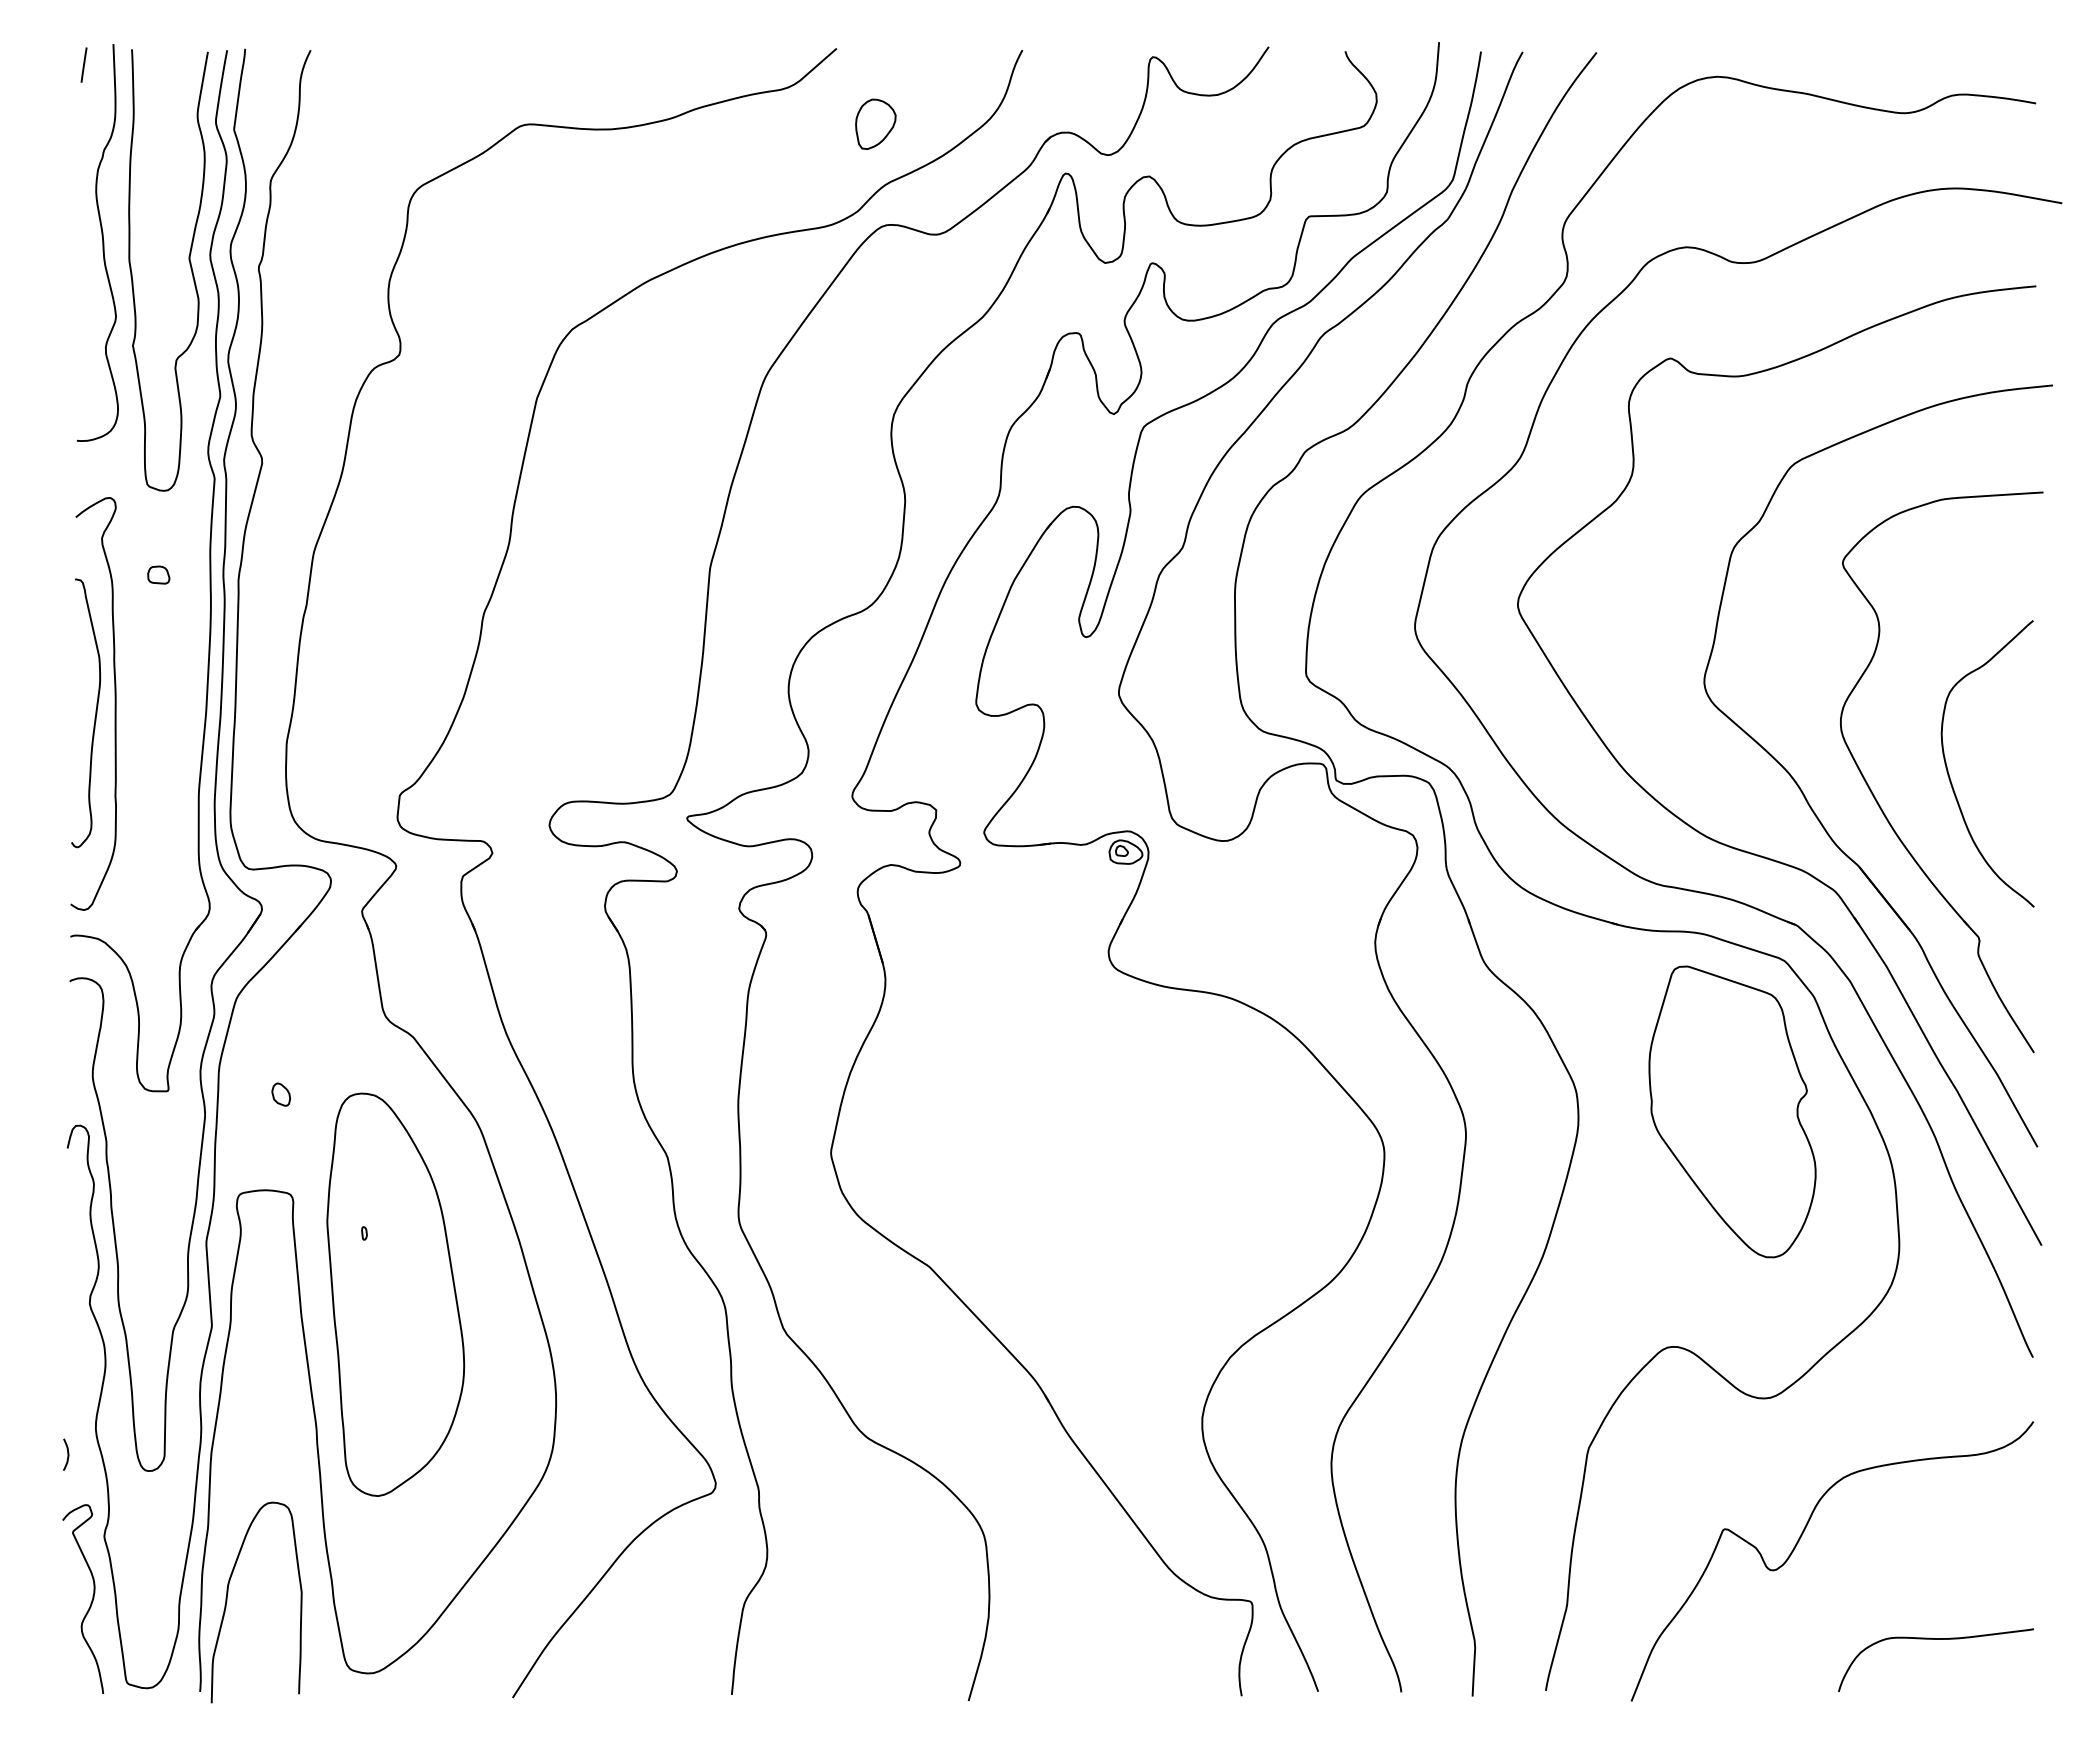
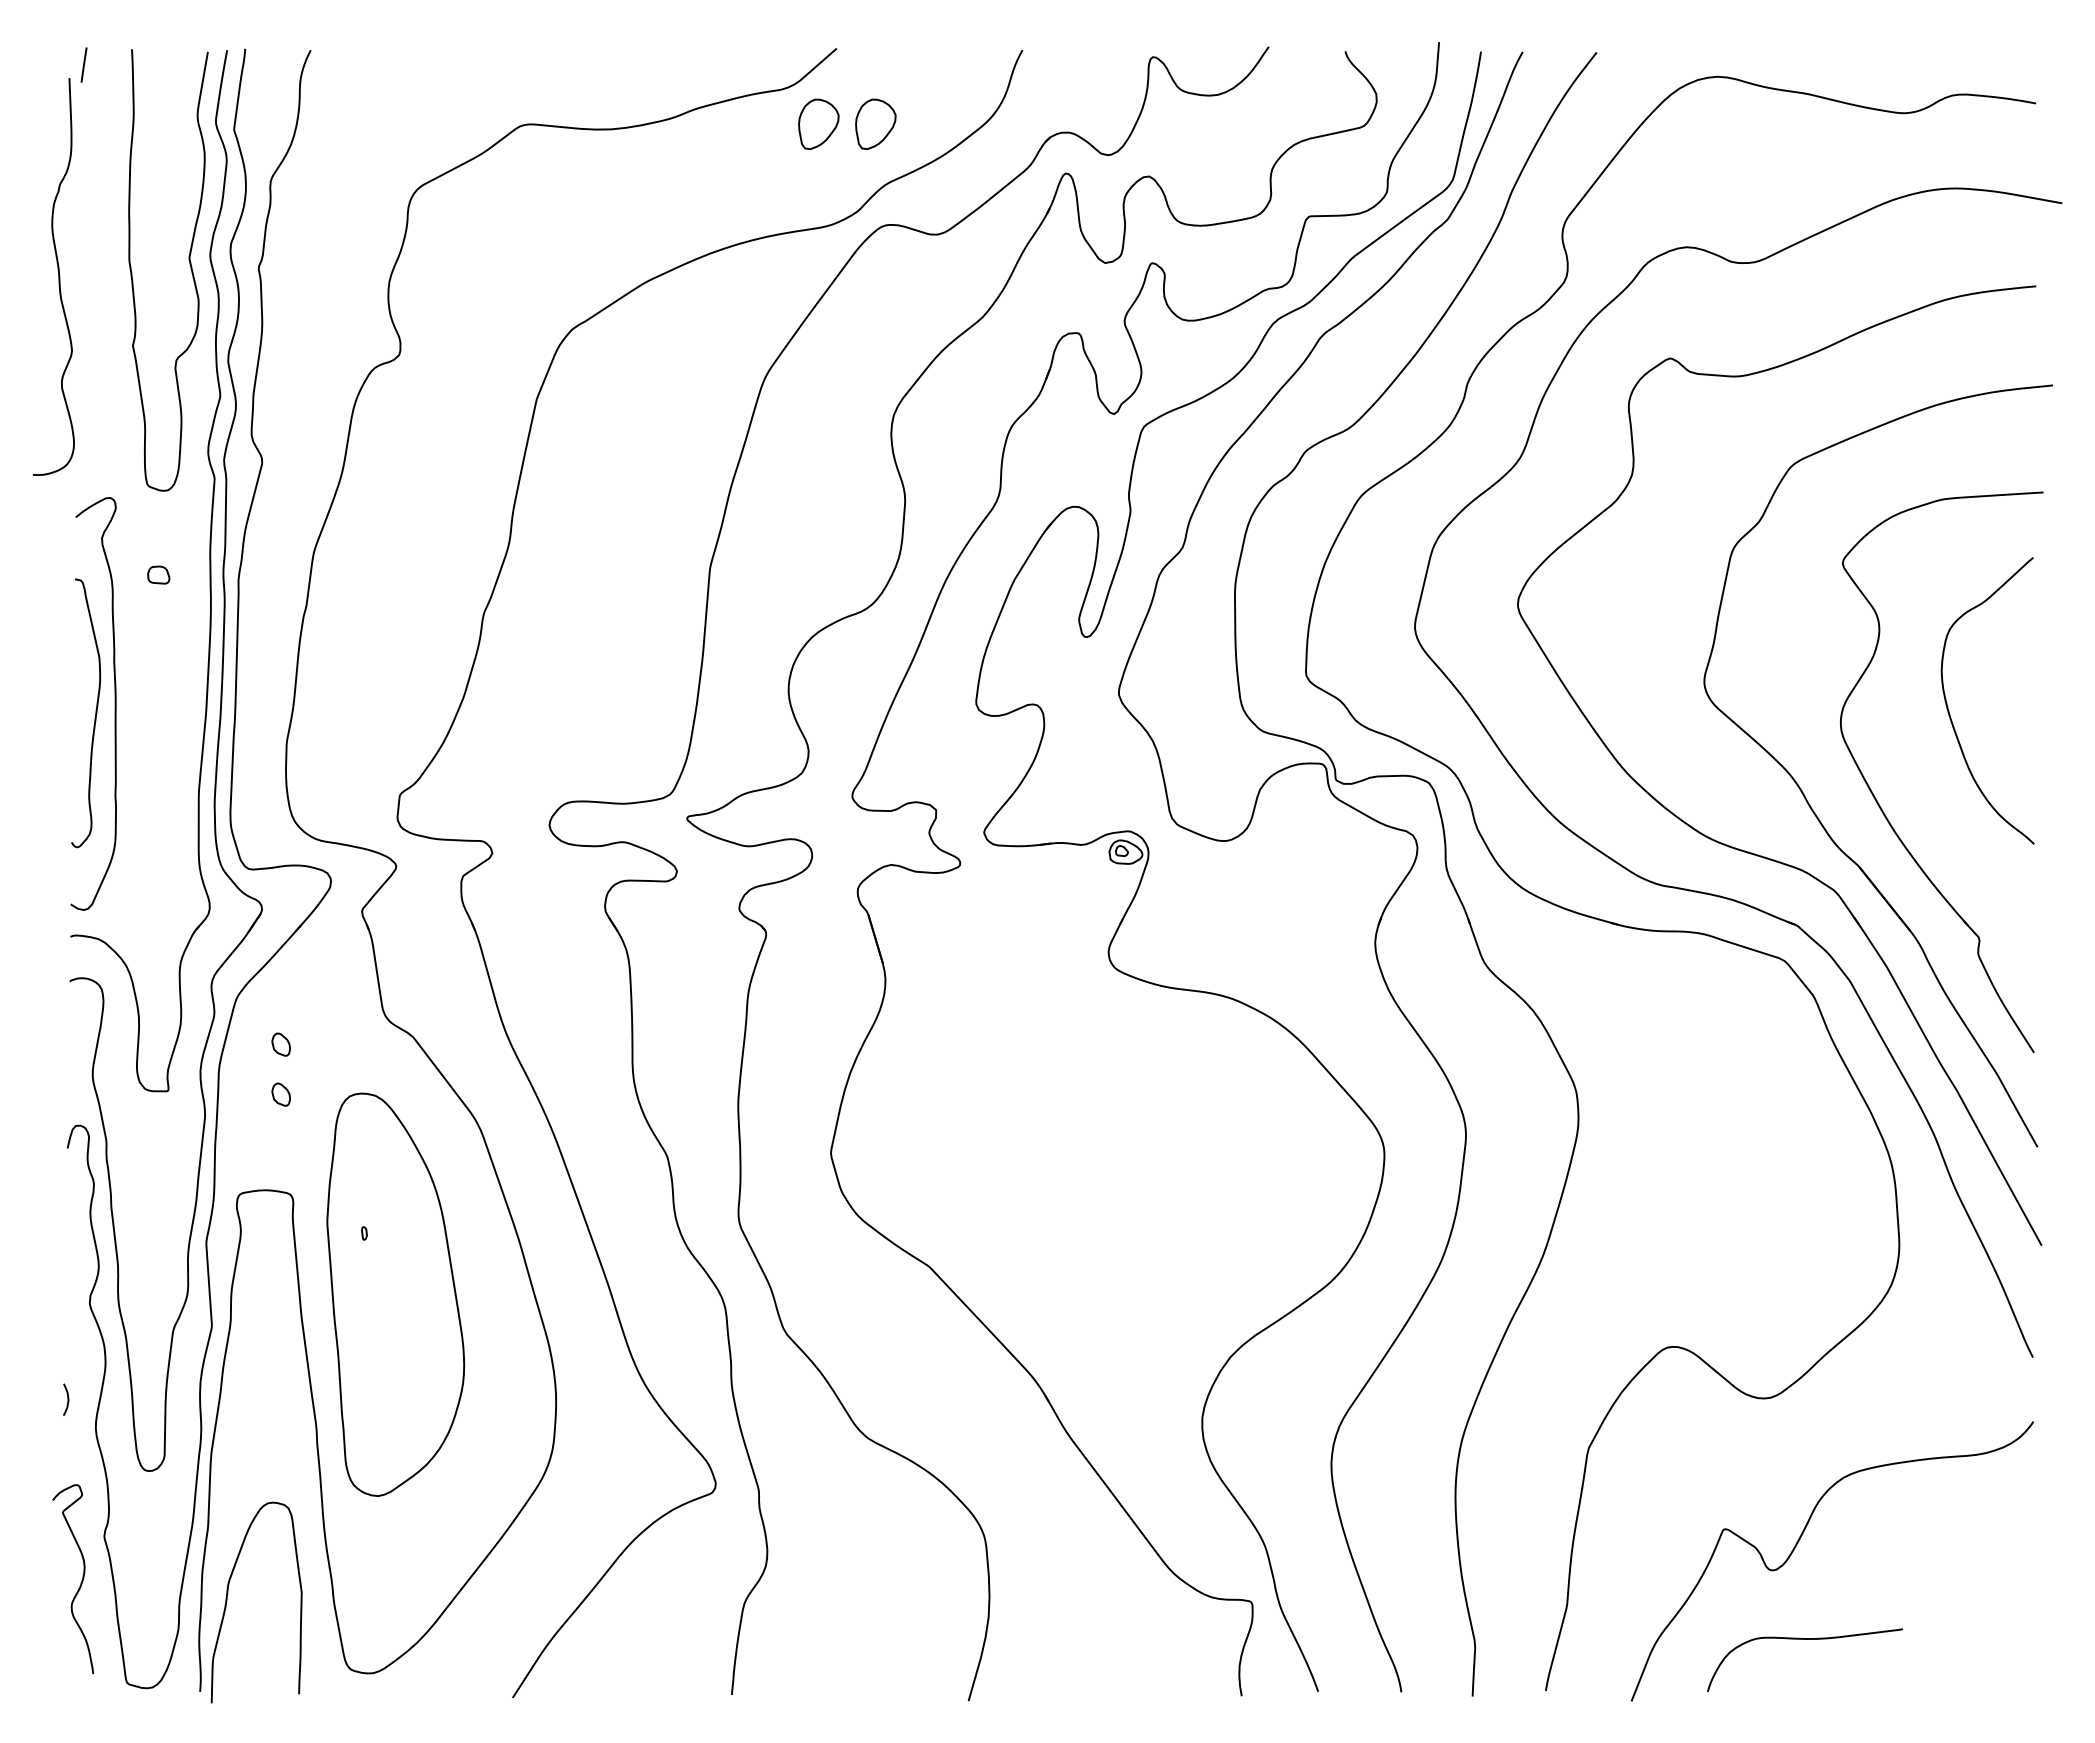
part at (818, 123): none -> present
curve at (102, 242) position: (102, 242) -> (58, 276)
curve at (1949, 773) position: (1949, 773) -> (1949, 710)
part at (280, 1044): none -> present
part at (1732, 1111): present -> none
curve at (67, 1454) position: (67, 1454) -> (67, 1399)
curve at (91, 1600) position: (91, 1600) -> (81, 1580)
curve at (1935, 1639) position: (1935, 1639) -> (1804, 1639)
